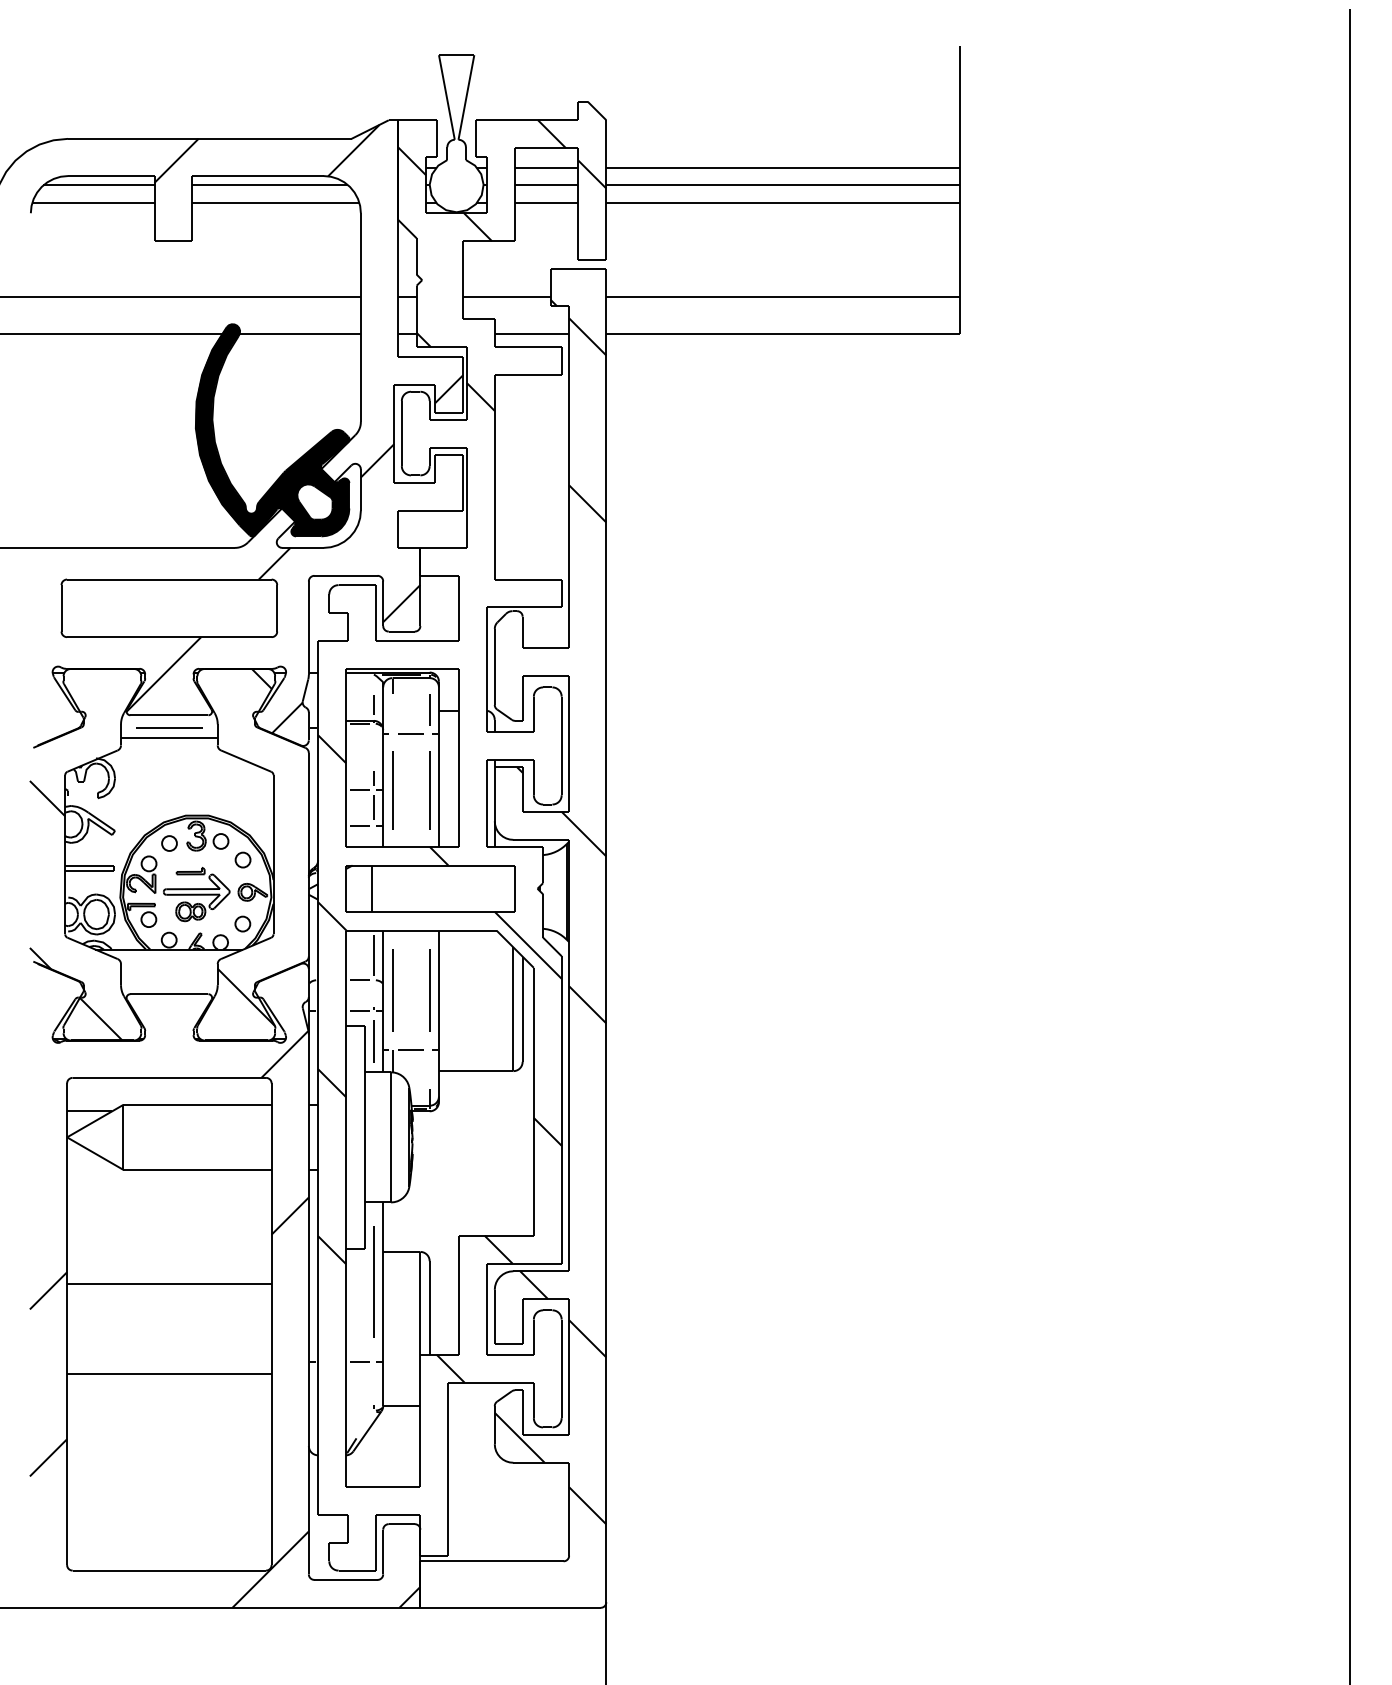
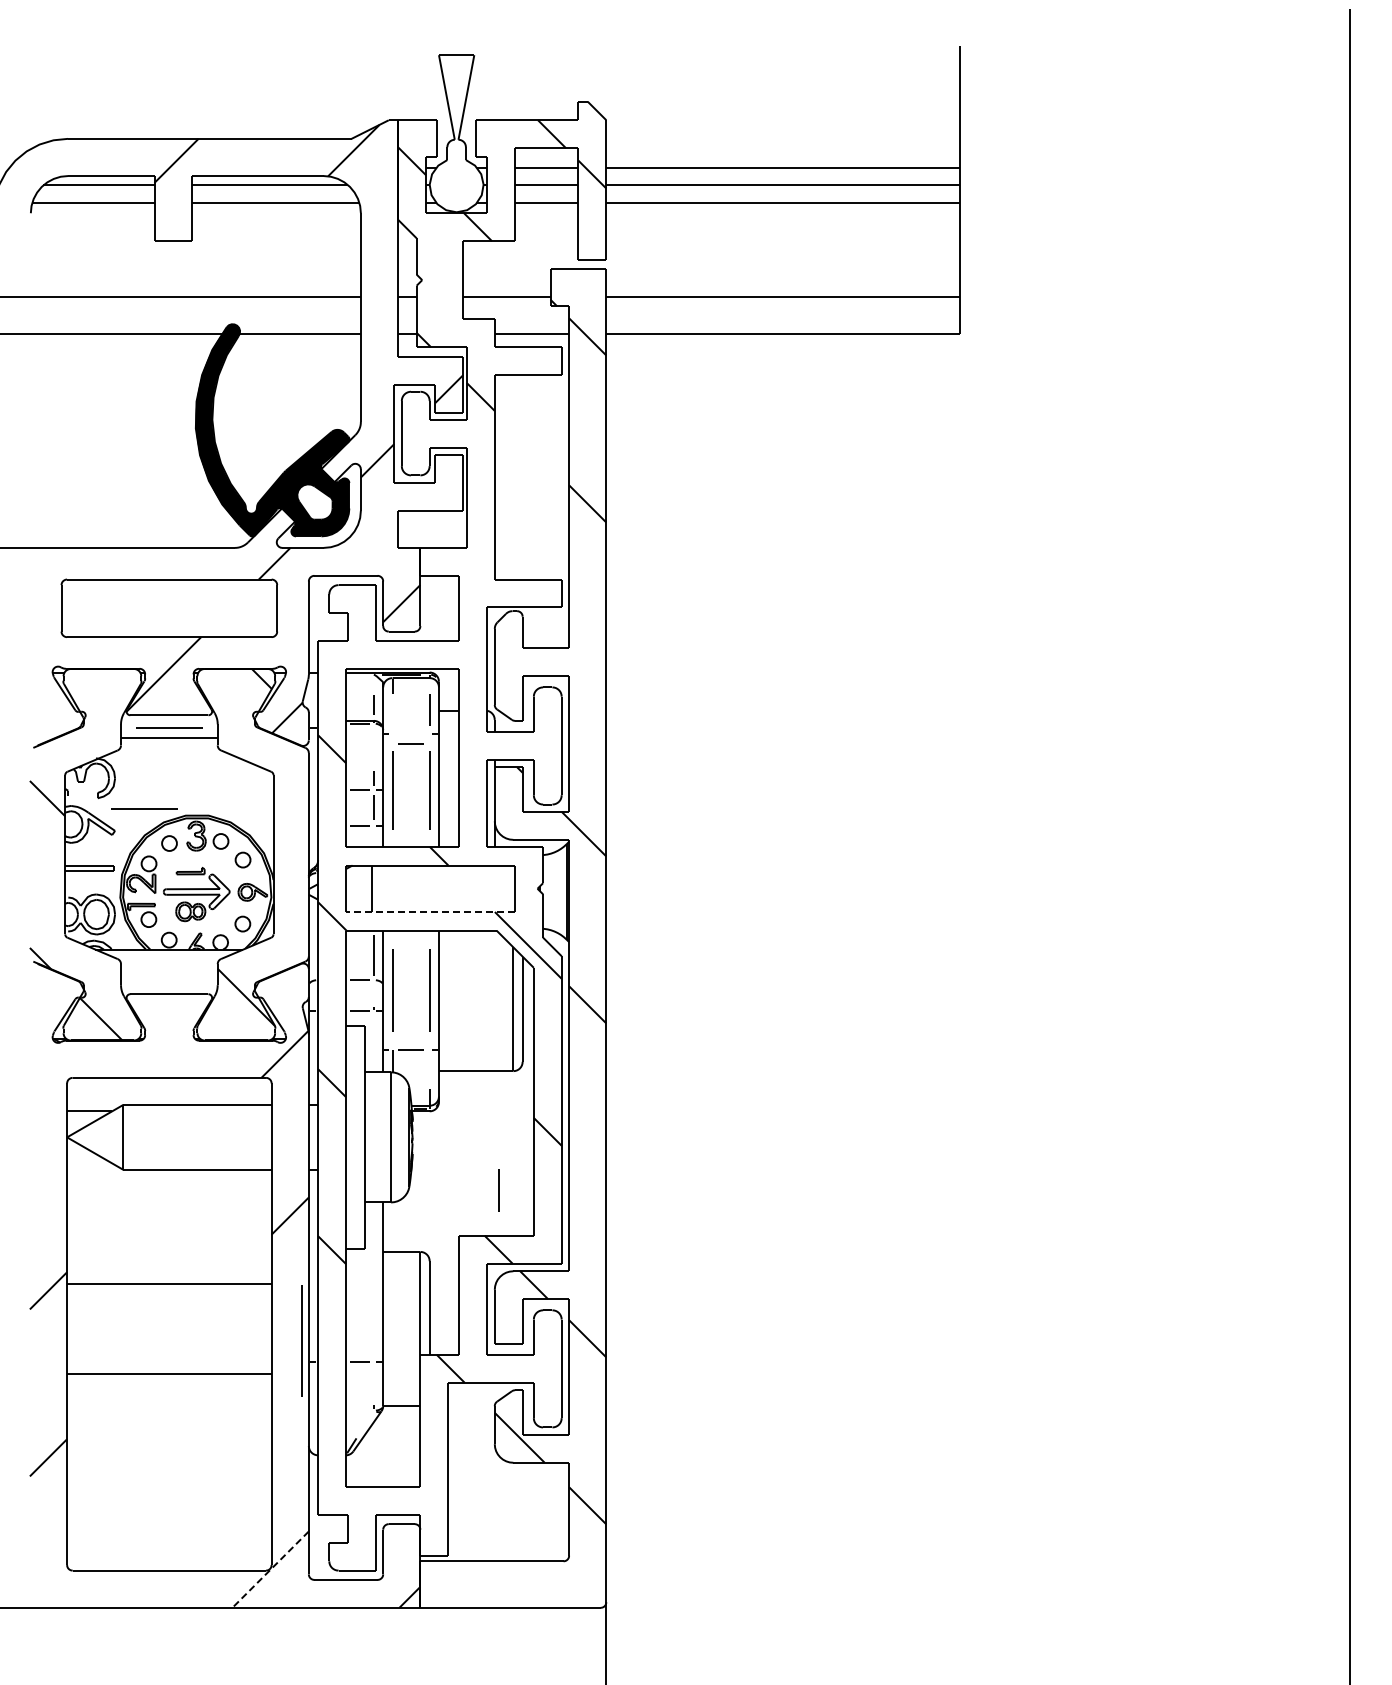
line at (410, 733) position: (410, 733) -> (410, 743)
line at (144, 808): none -> present
line at (430, 912): solid -> dashed
line at (373, 1041) position: (373, 1041) -> (498, 1190)
line at (373, 1281) position: (373, 1281) -> (301, 1340)
line at (270, 1569): solid -> dashed
